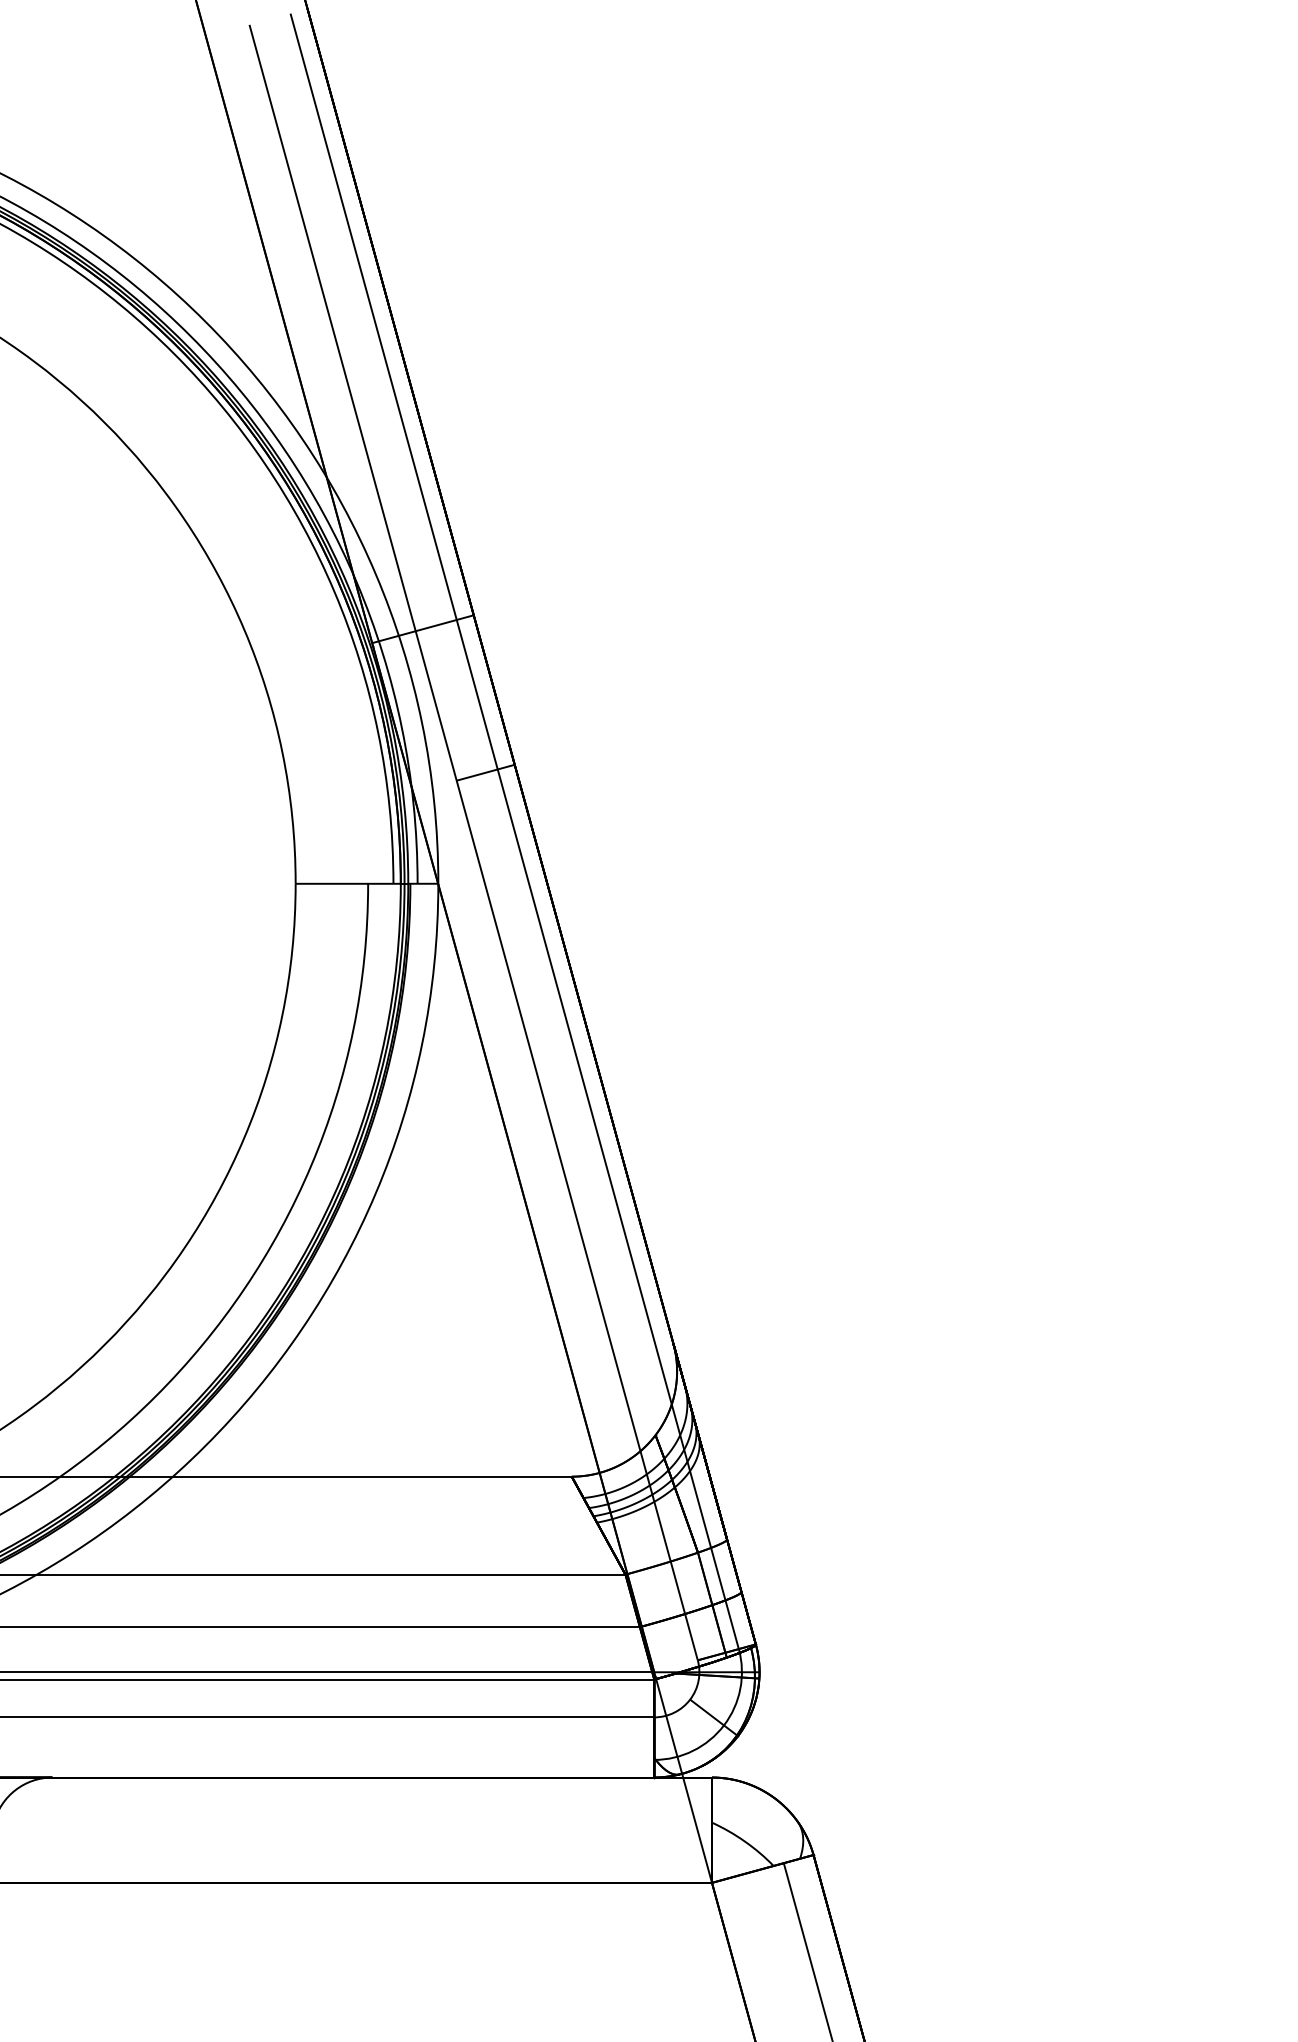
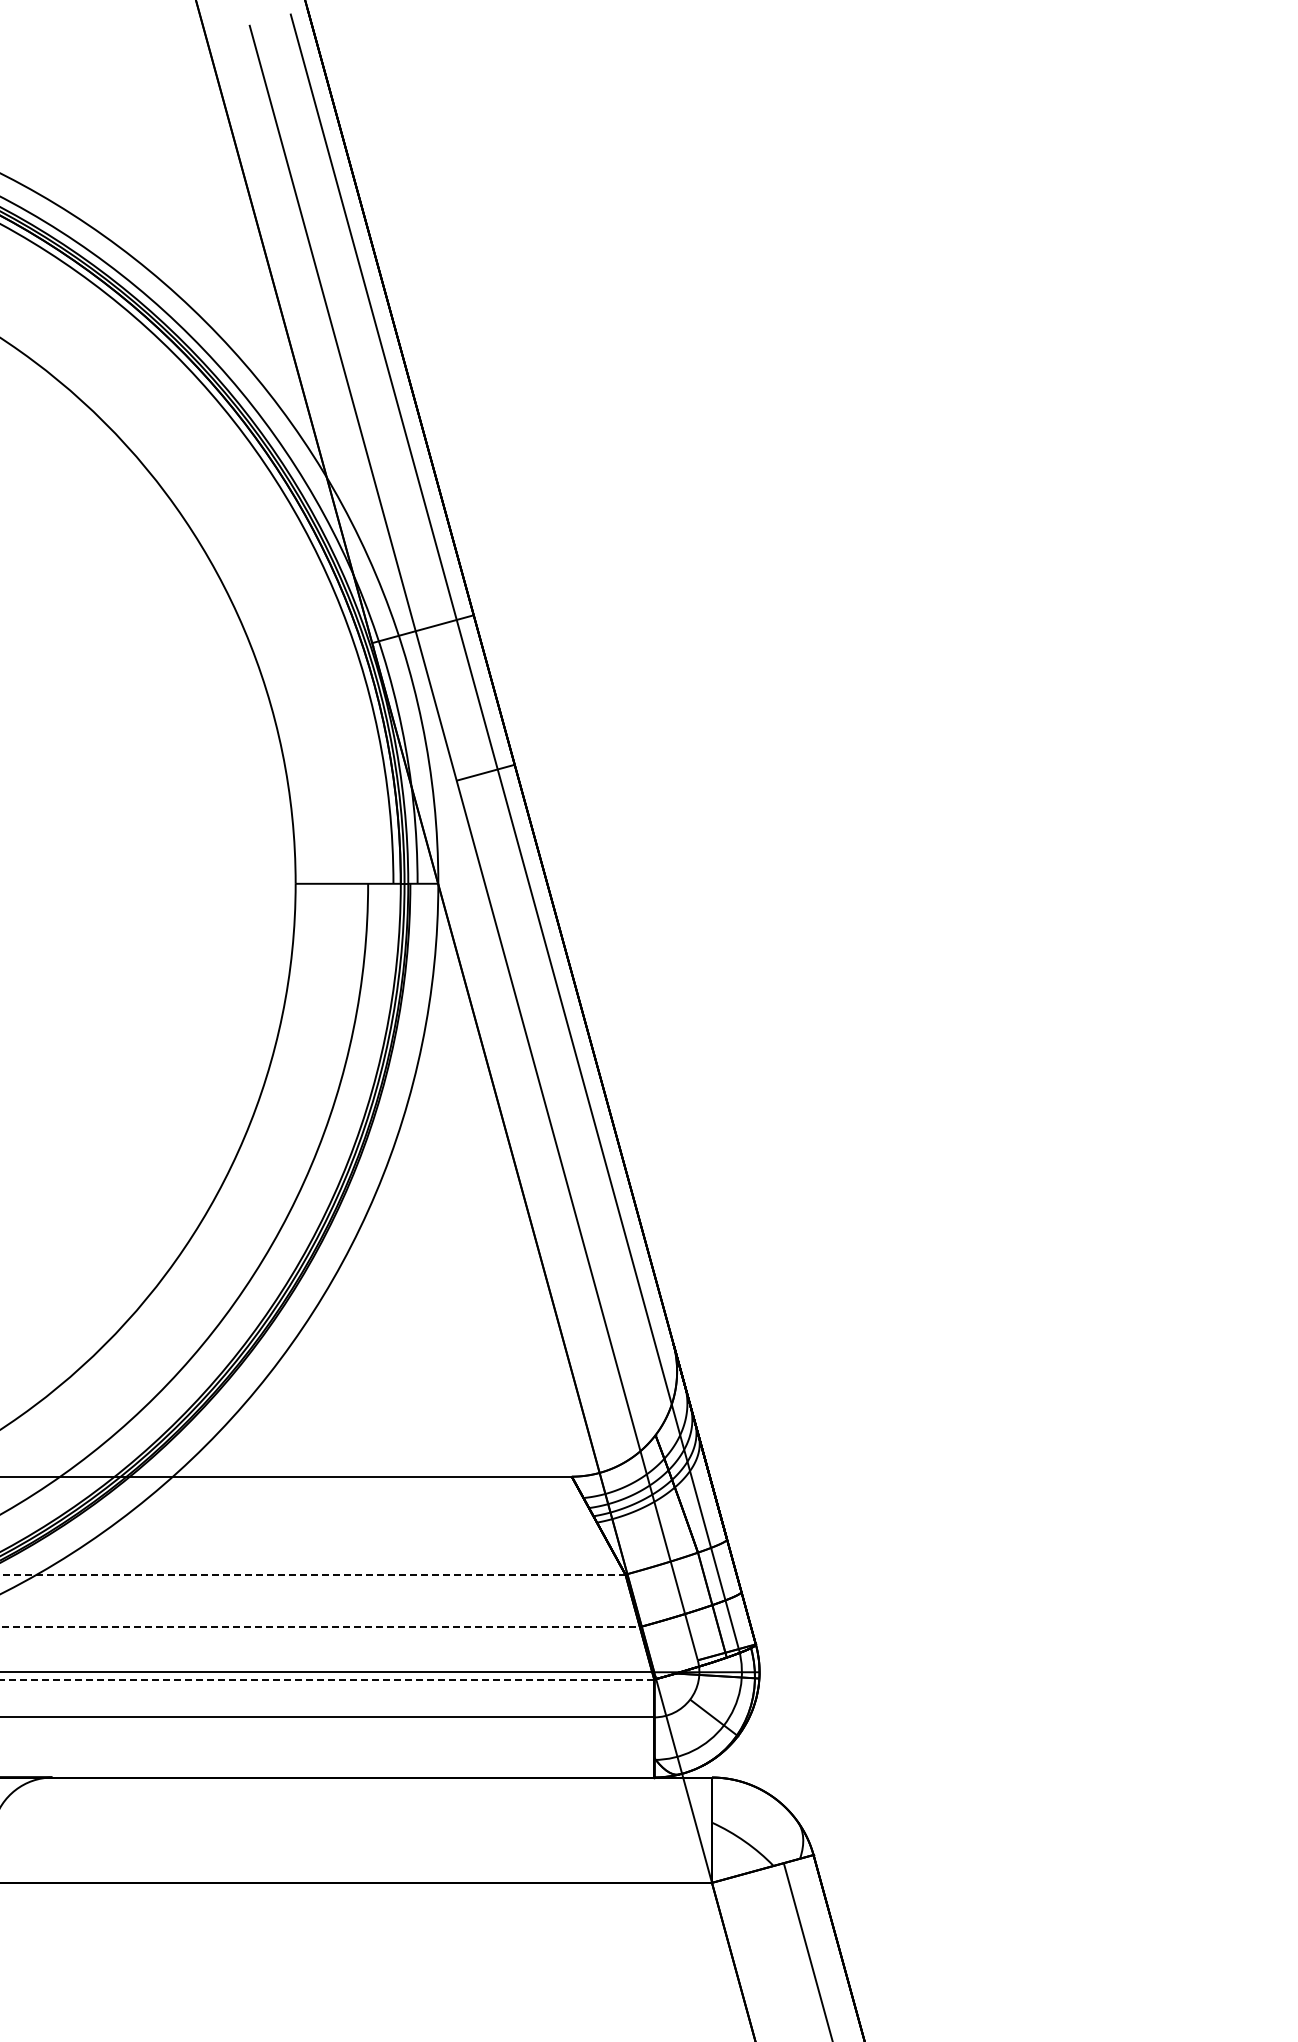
line at (312, 1574): solid -> dashed
line at (320, 1627): solid -> dashed
line at (327, 1679): solid -> dashed
